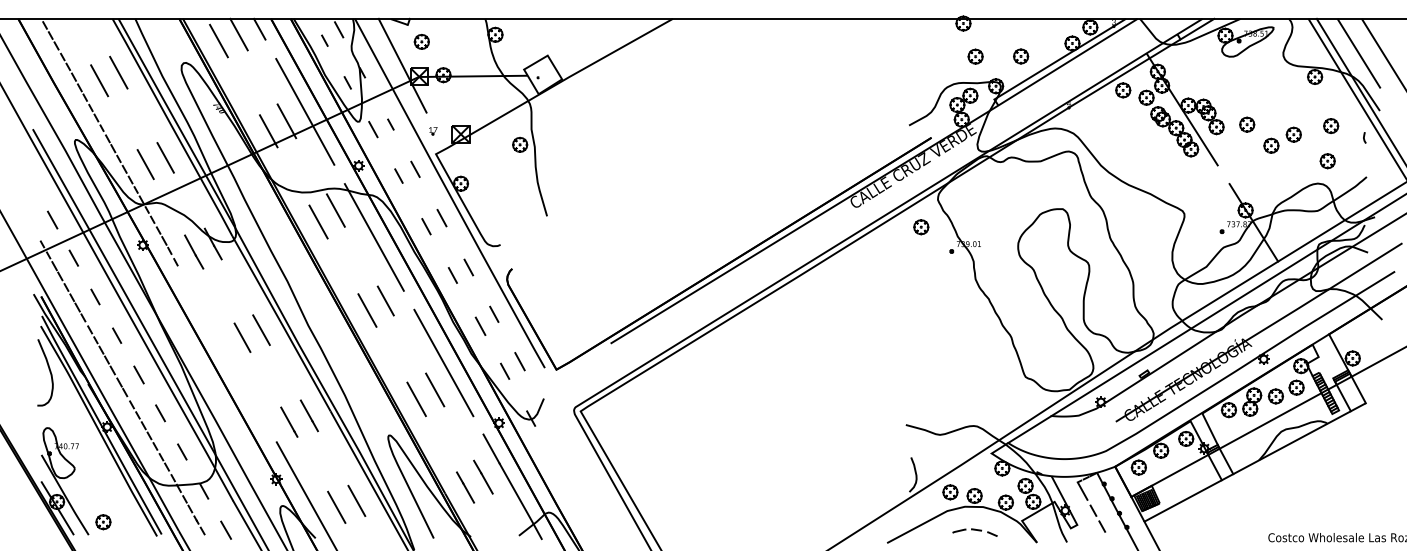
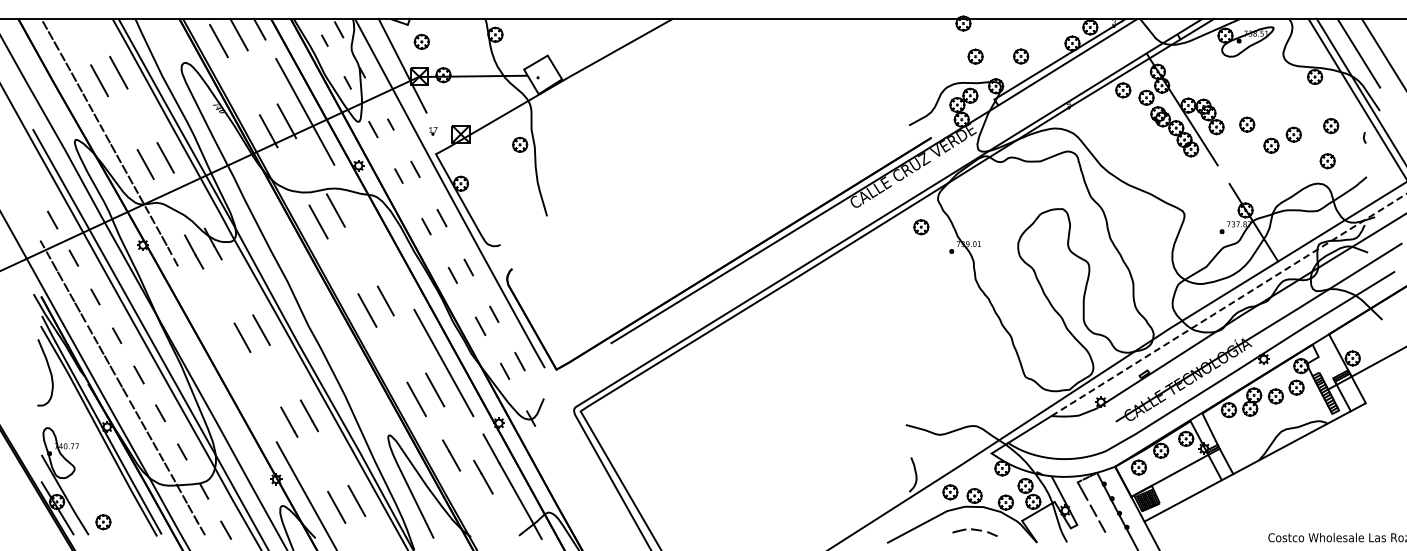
line at (373, 237): present -> none
line at (1229, 304): solid -> dashed
line at (1270, 420): present -> none
line at (465, 487) position: (465, 487) -> (451, 455)
